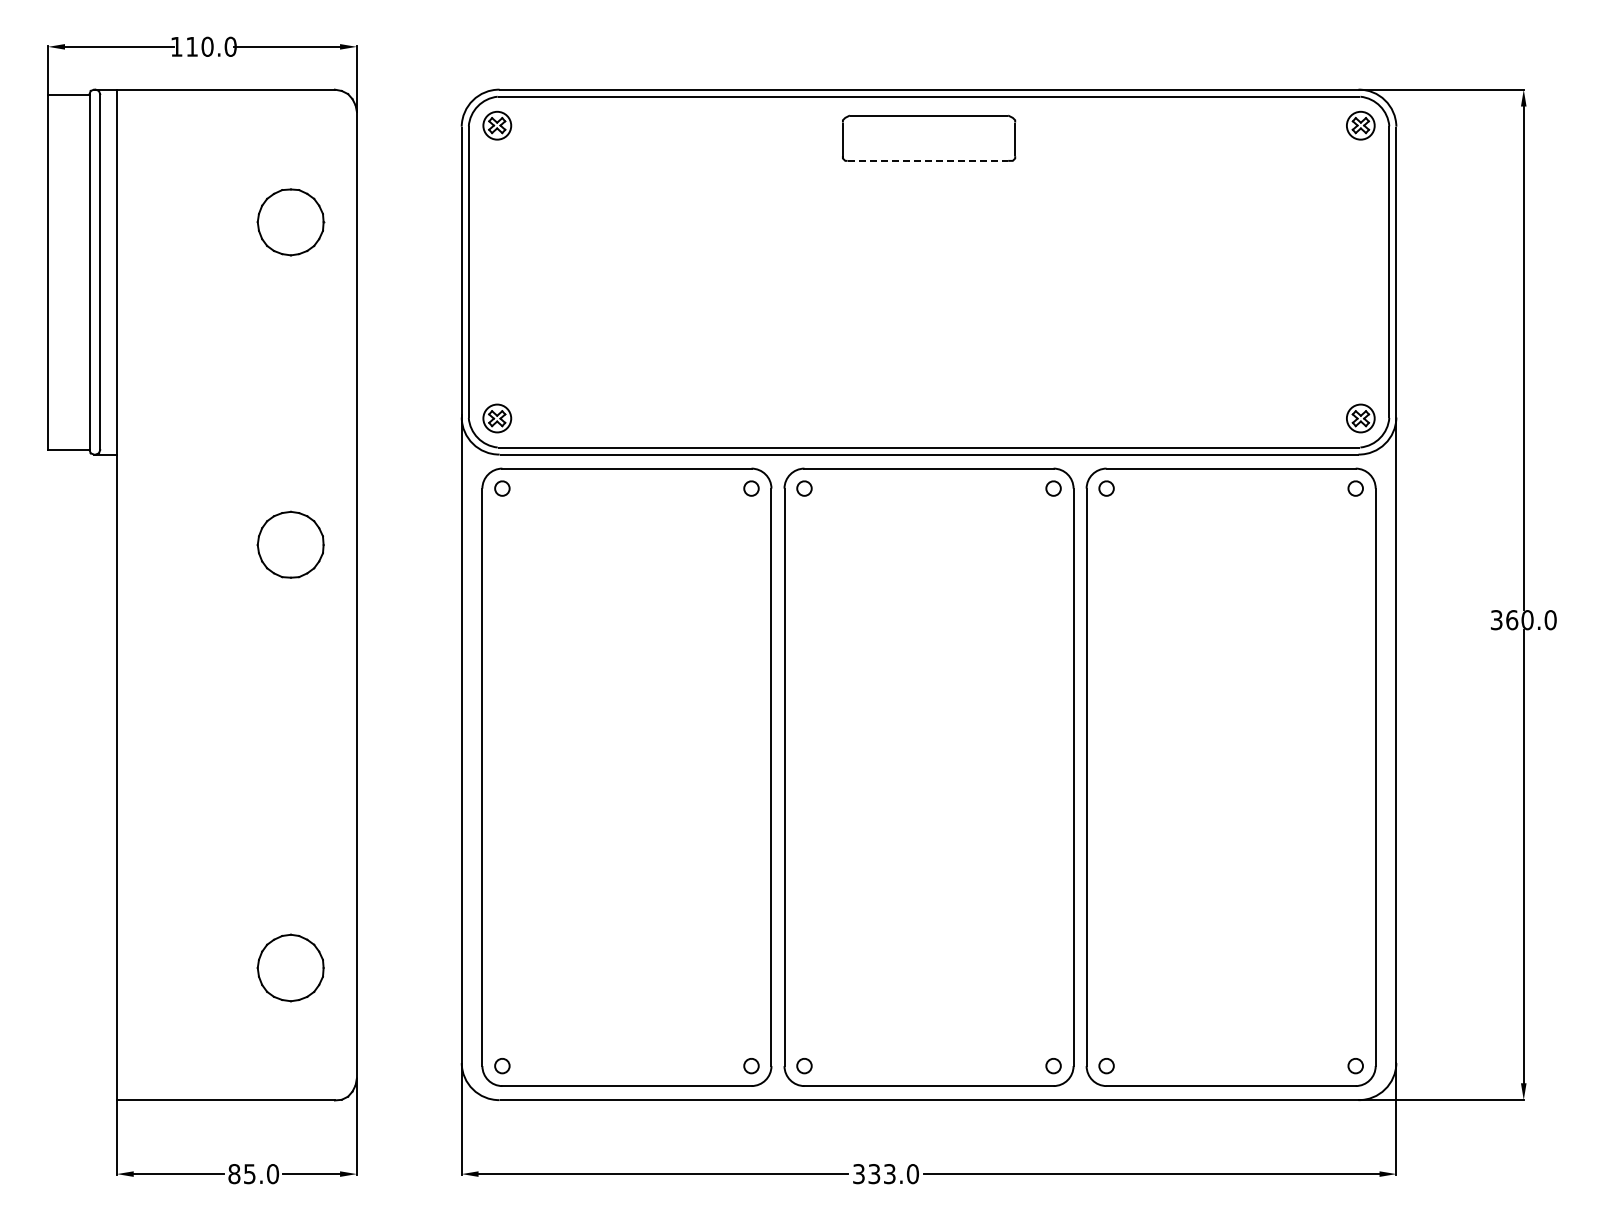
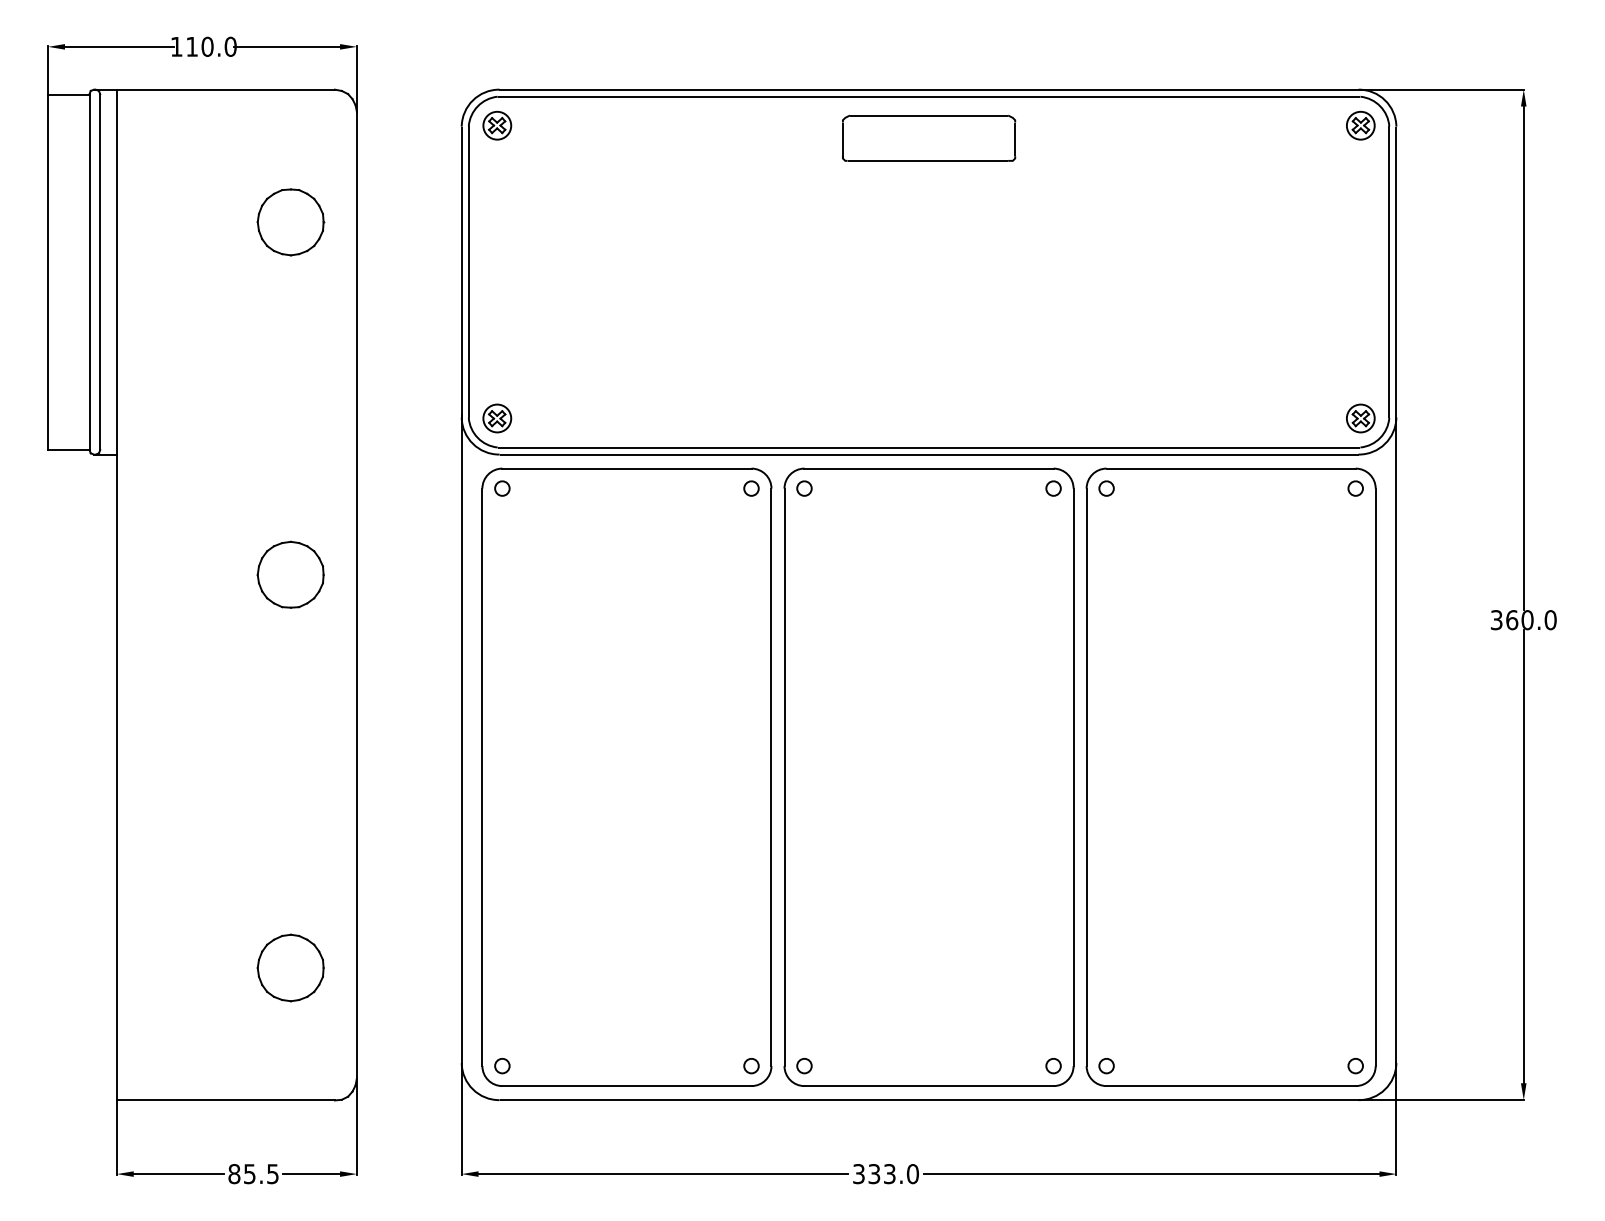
line at (928, 160): dashed -> solid
part at (290, 544) position: (290, 544) -> (290, 574)
text at (273, 1174): 85.0 -> 85.5
